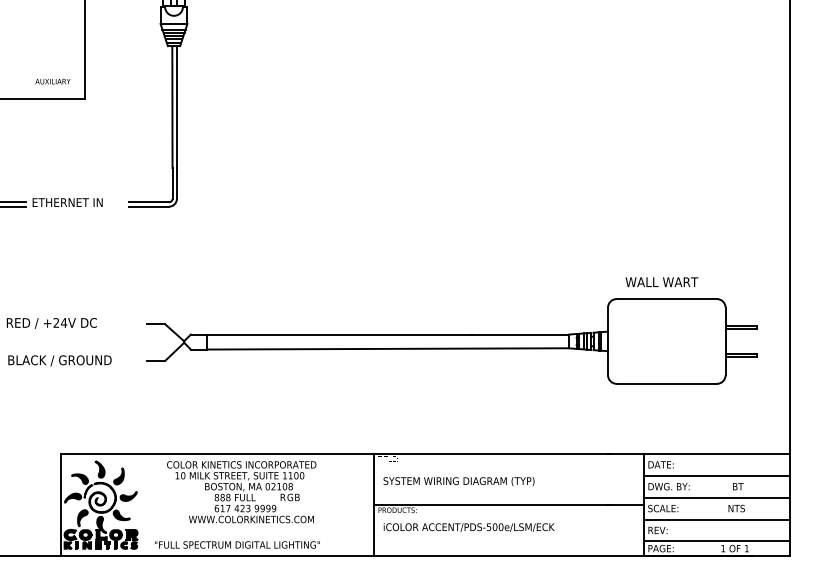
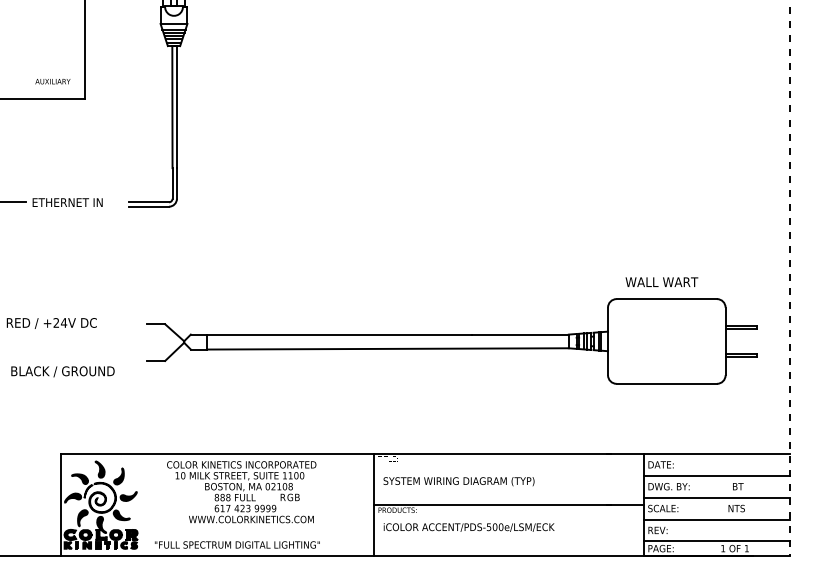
line at (13, 206): present -> none
line at (789, 278): solid -> dashed
text at (59, 360) position: (59, 360) -> (62, 371)
